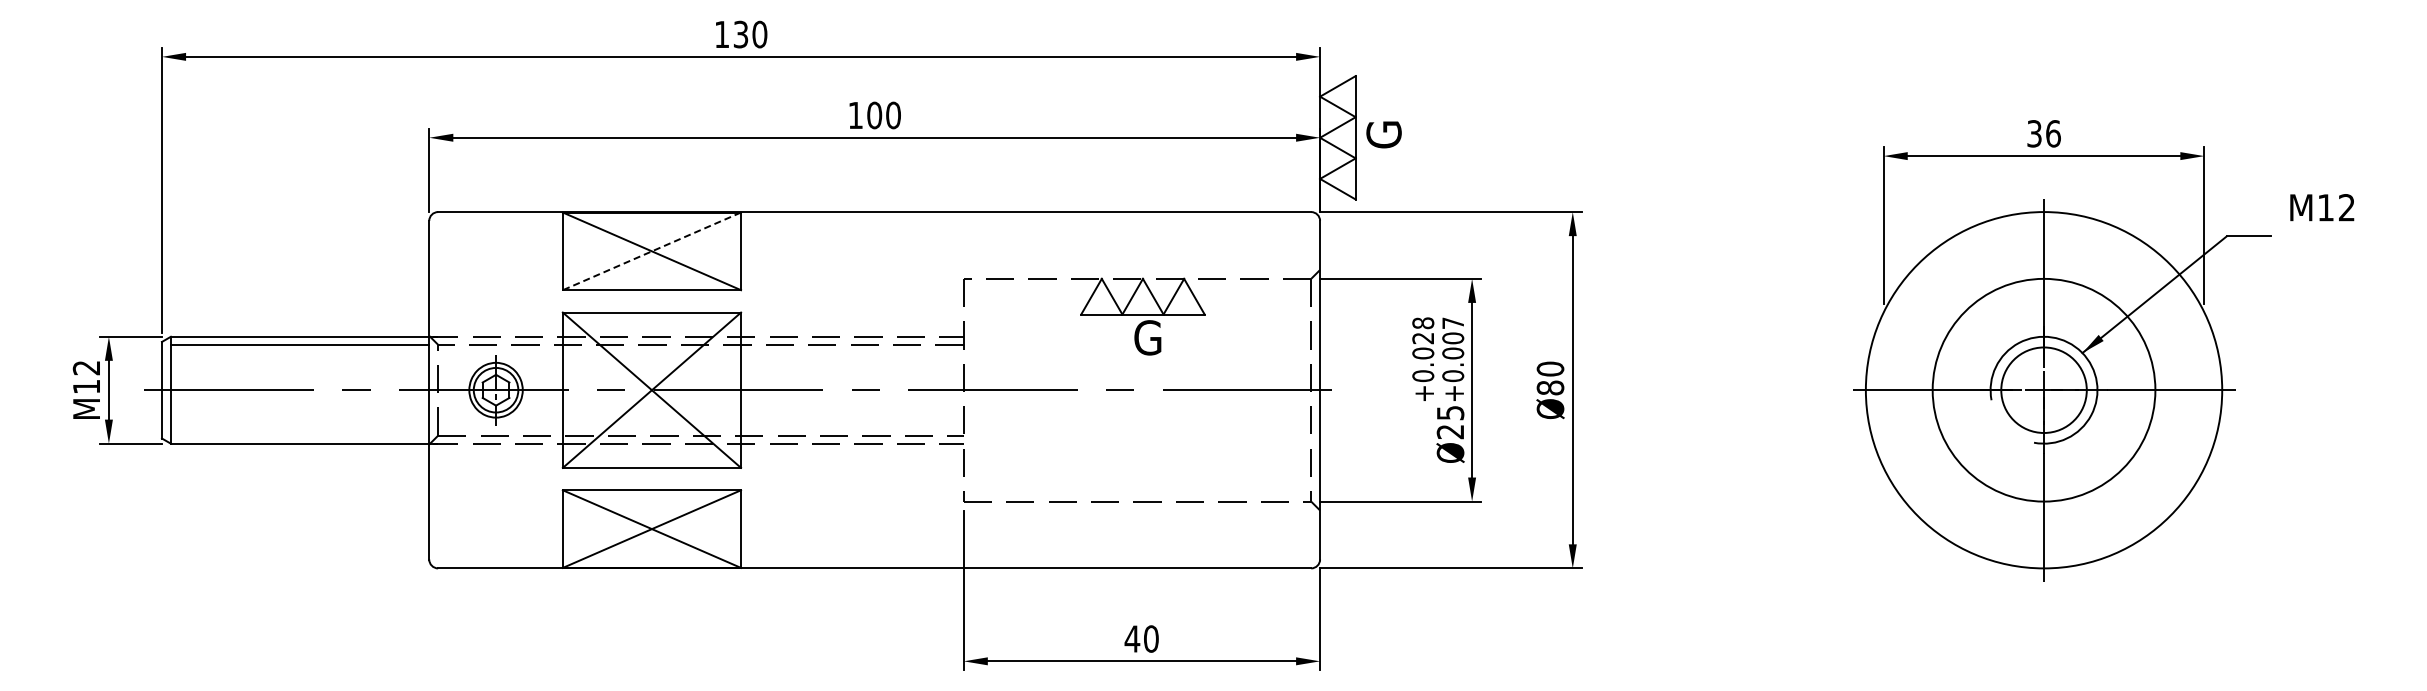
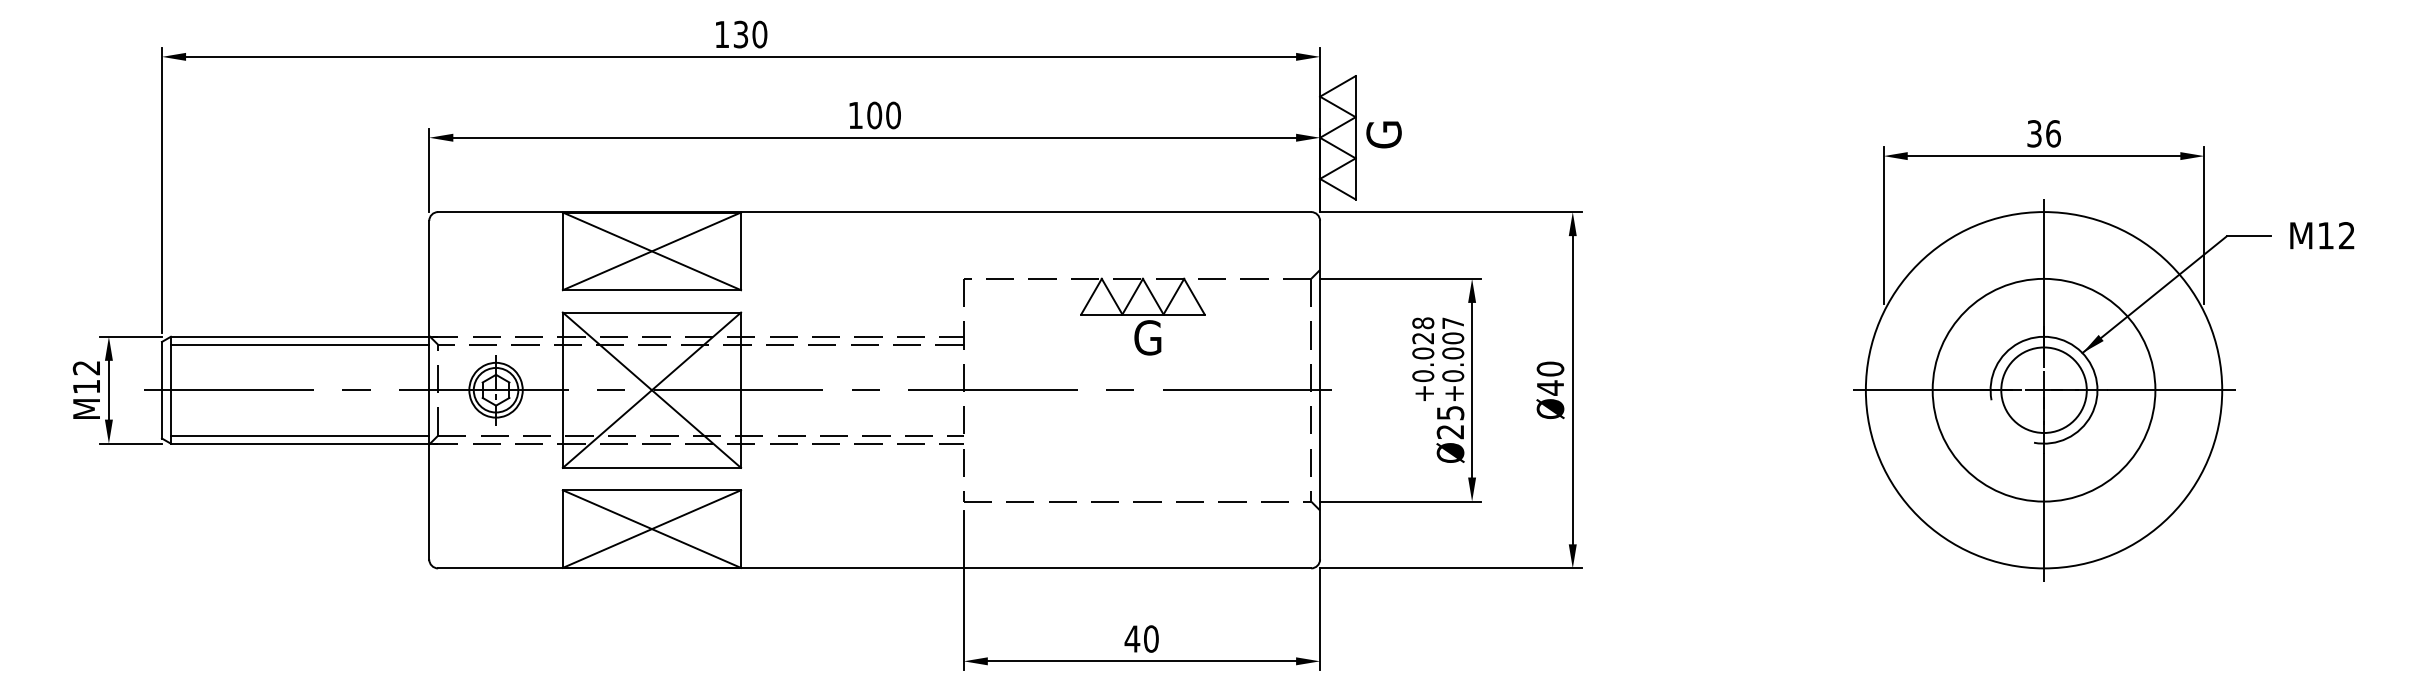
text at (2322, 207) position: (2322, 207) -> (2322, 235)
line at (651, 251): dashed -> solid
text at (1550, 387): Ø80 -> Ø40
line at (299, 435): none -> present
